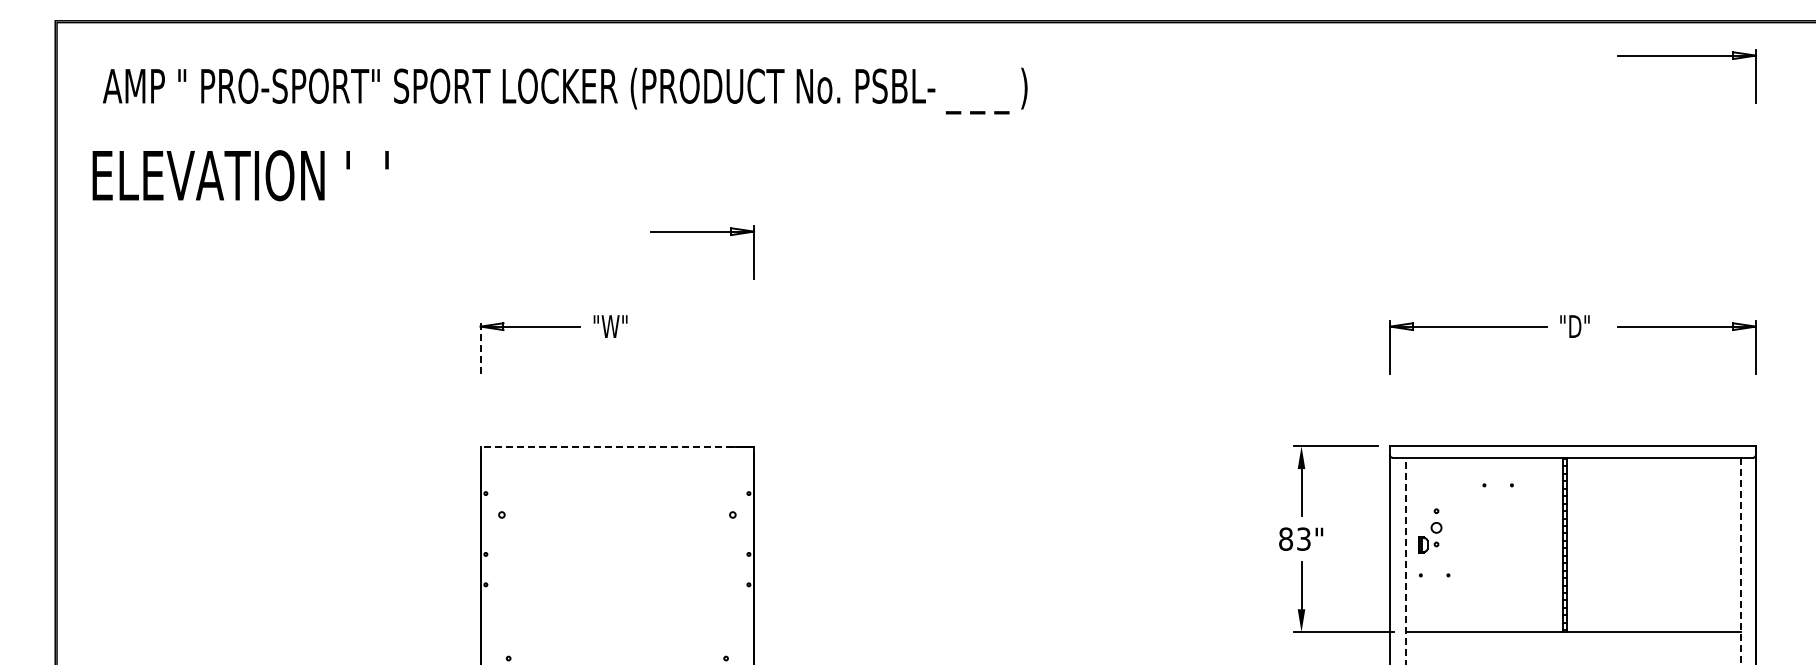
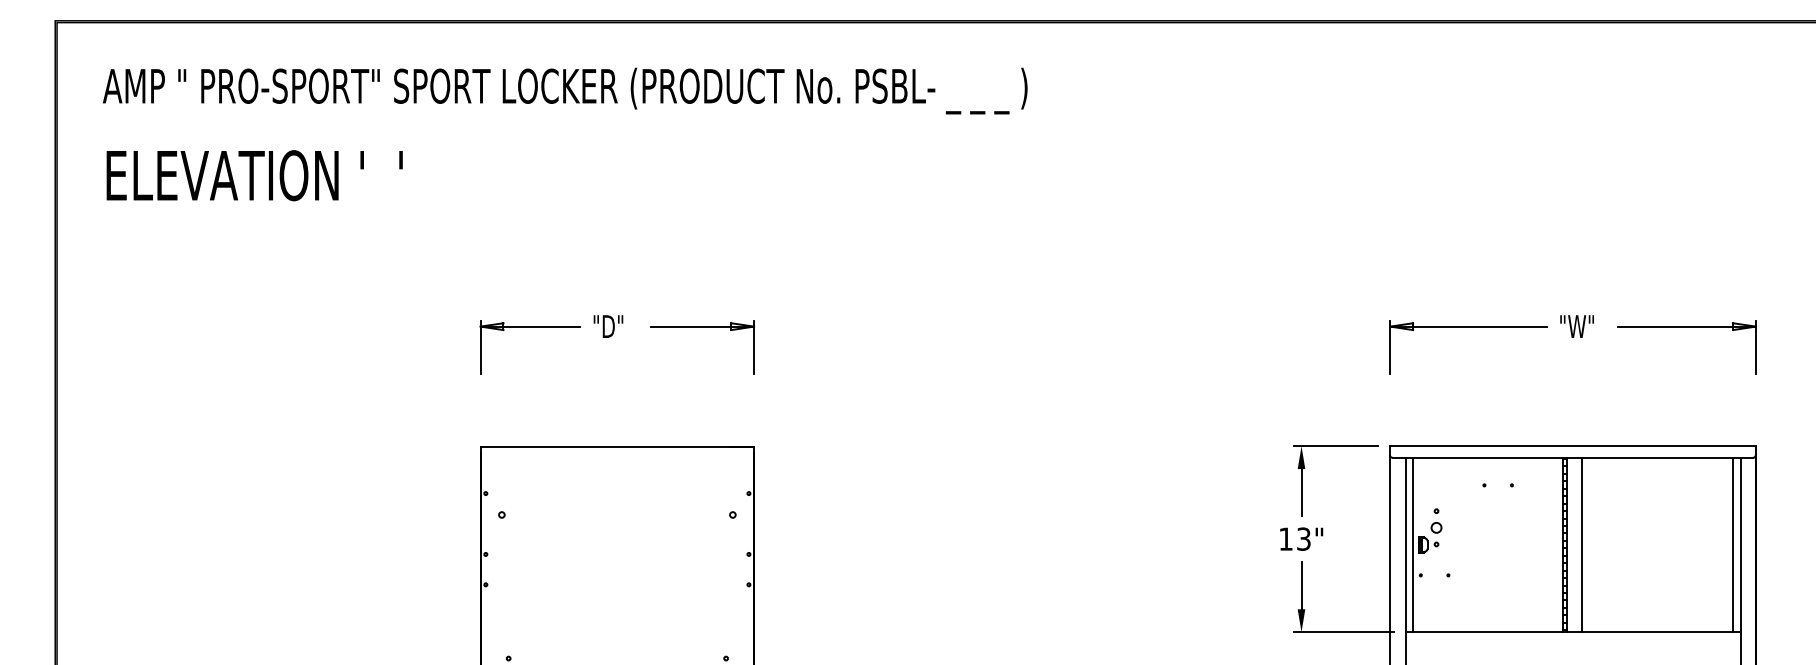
part at (1686, 56): present -> none
text at (240, 175) position: (240, 175) -> (254, 175)
part at (702, 232) position: (702, 232) -> (702, 327)
text at (614, 326): "W" -> "D"
text at (1580, 326): "D" -> "W"
line at (480, 347): dashed -> solid
line at (611, 446): dashed -> solid
text at (1286, 538): 83" -> 13"
line at (1413, 544): none -> present
line at (1581, 544): none -> present
line at (1733, 544): none -> present
line at (1405, 560): dashed -> solid
line at (1740, 561): dashed -> solid
